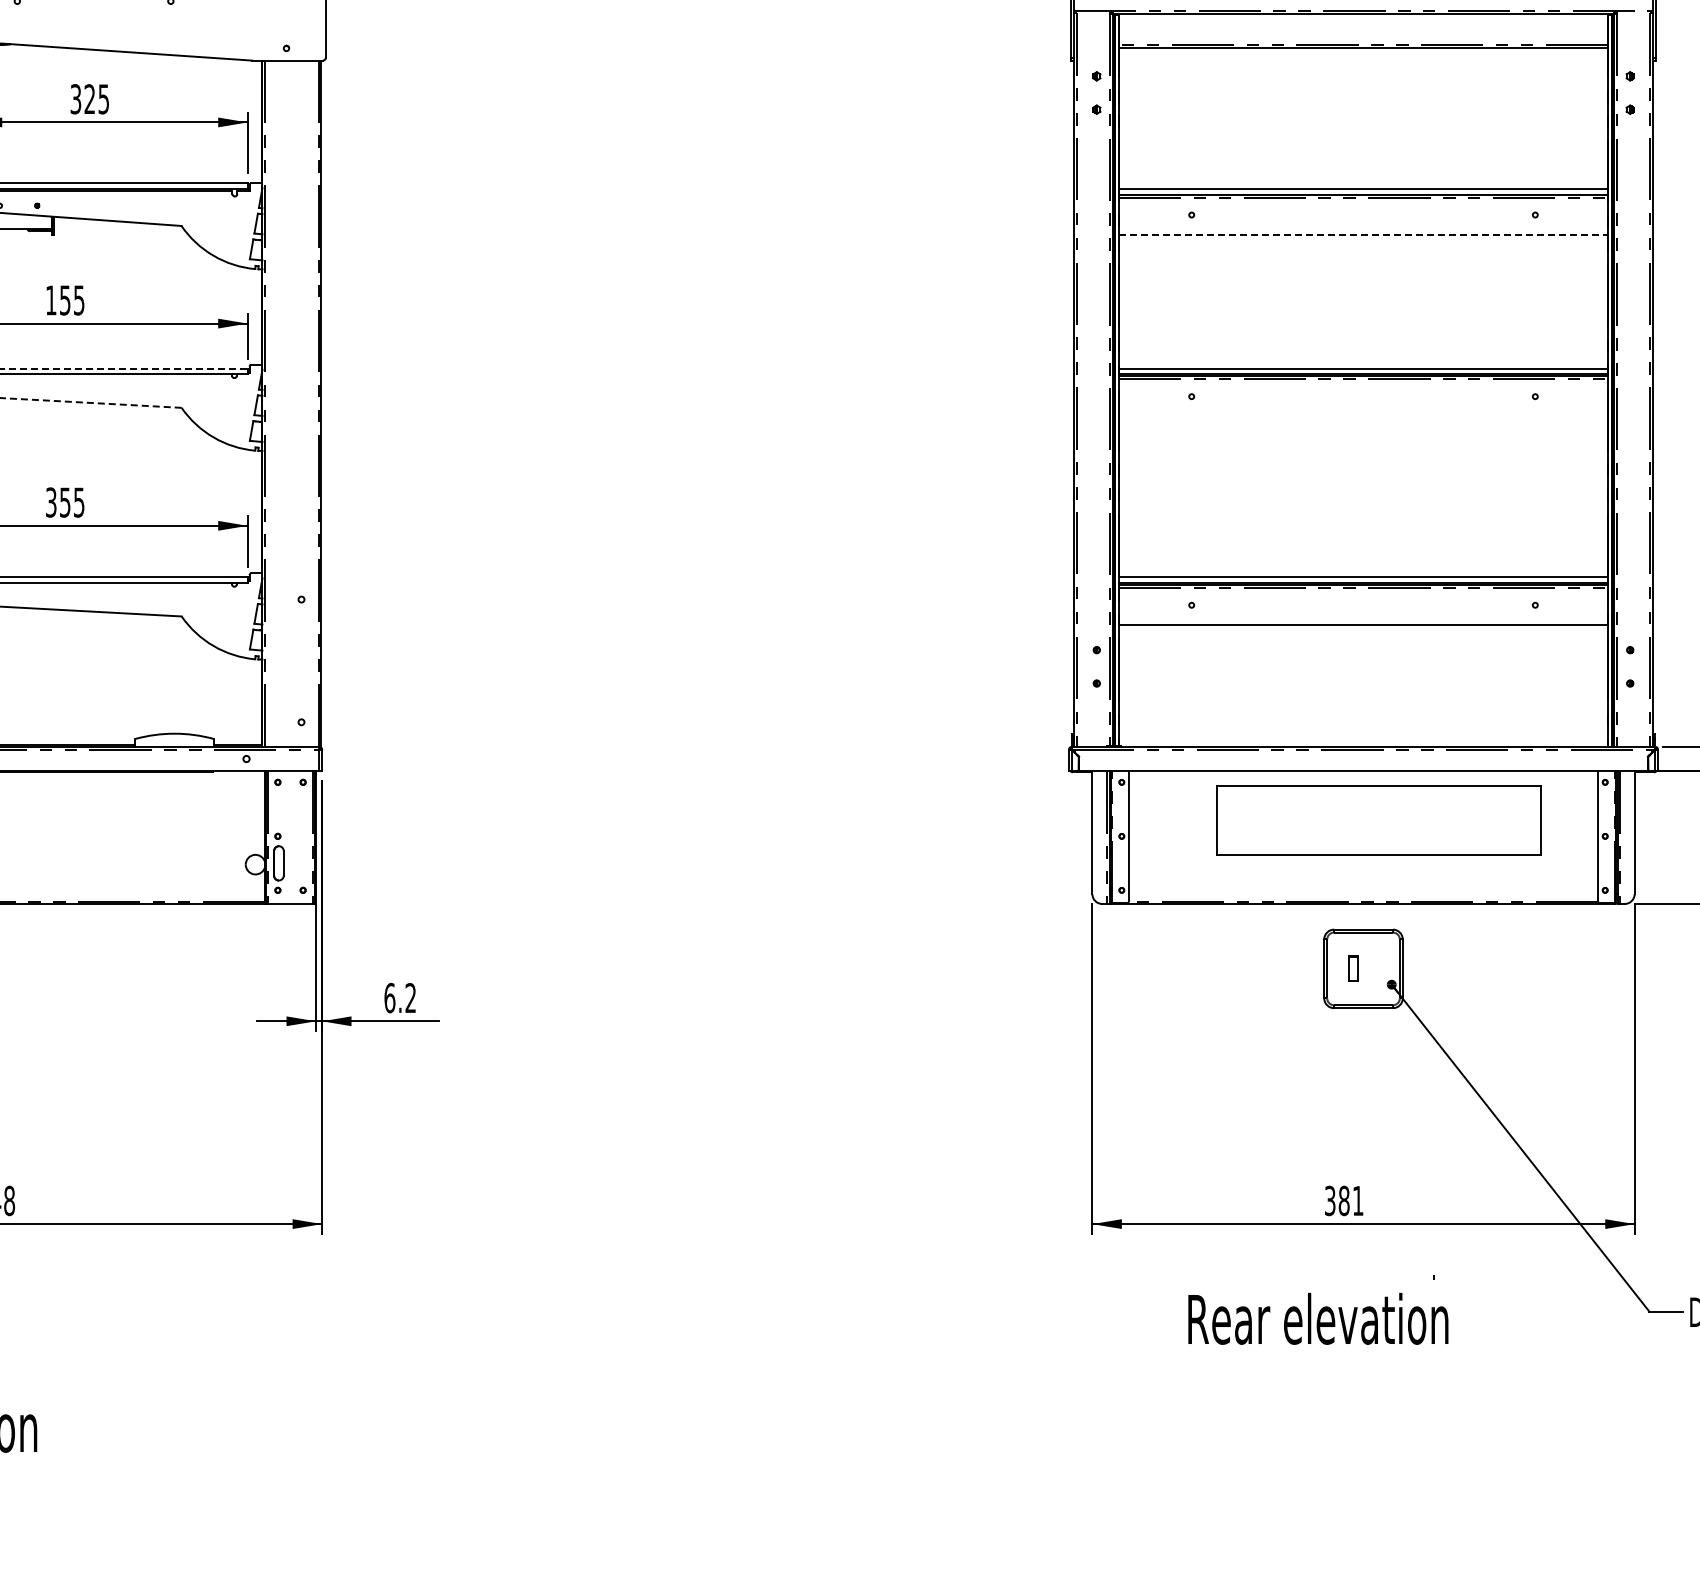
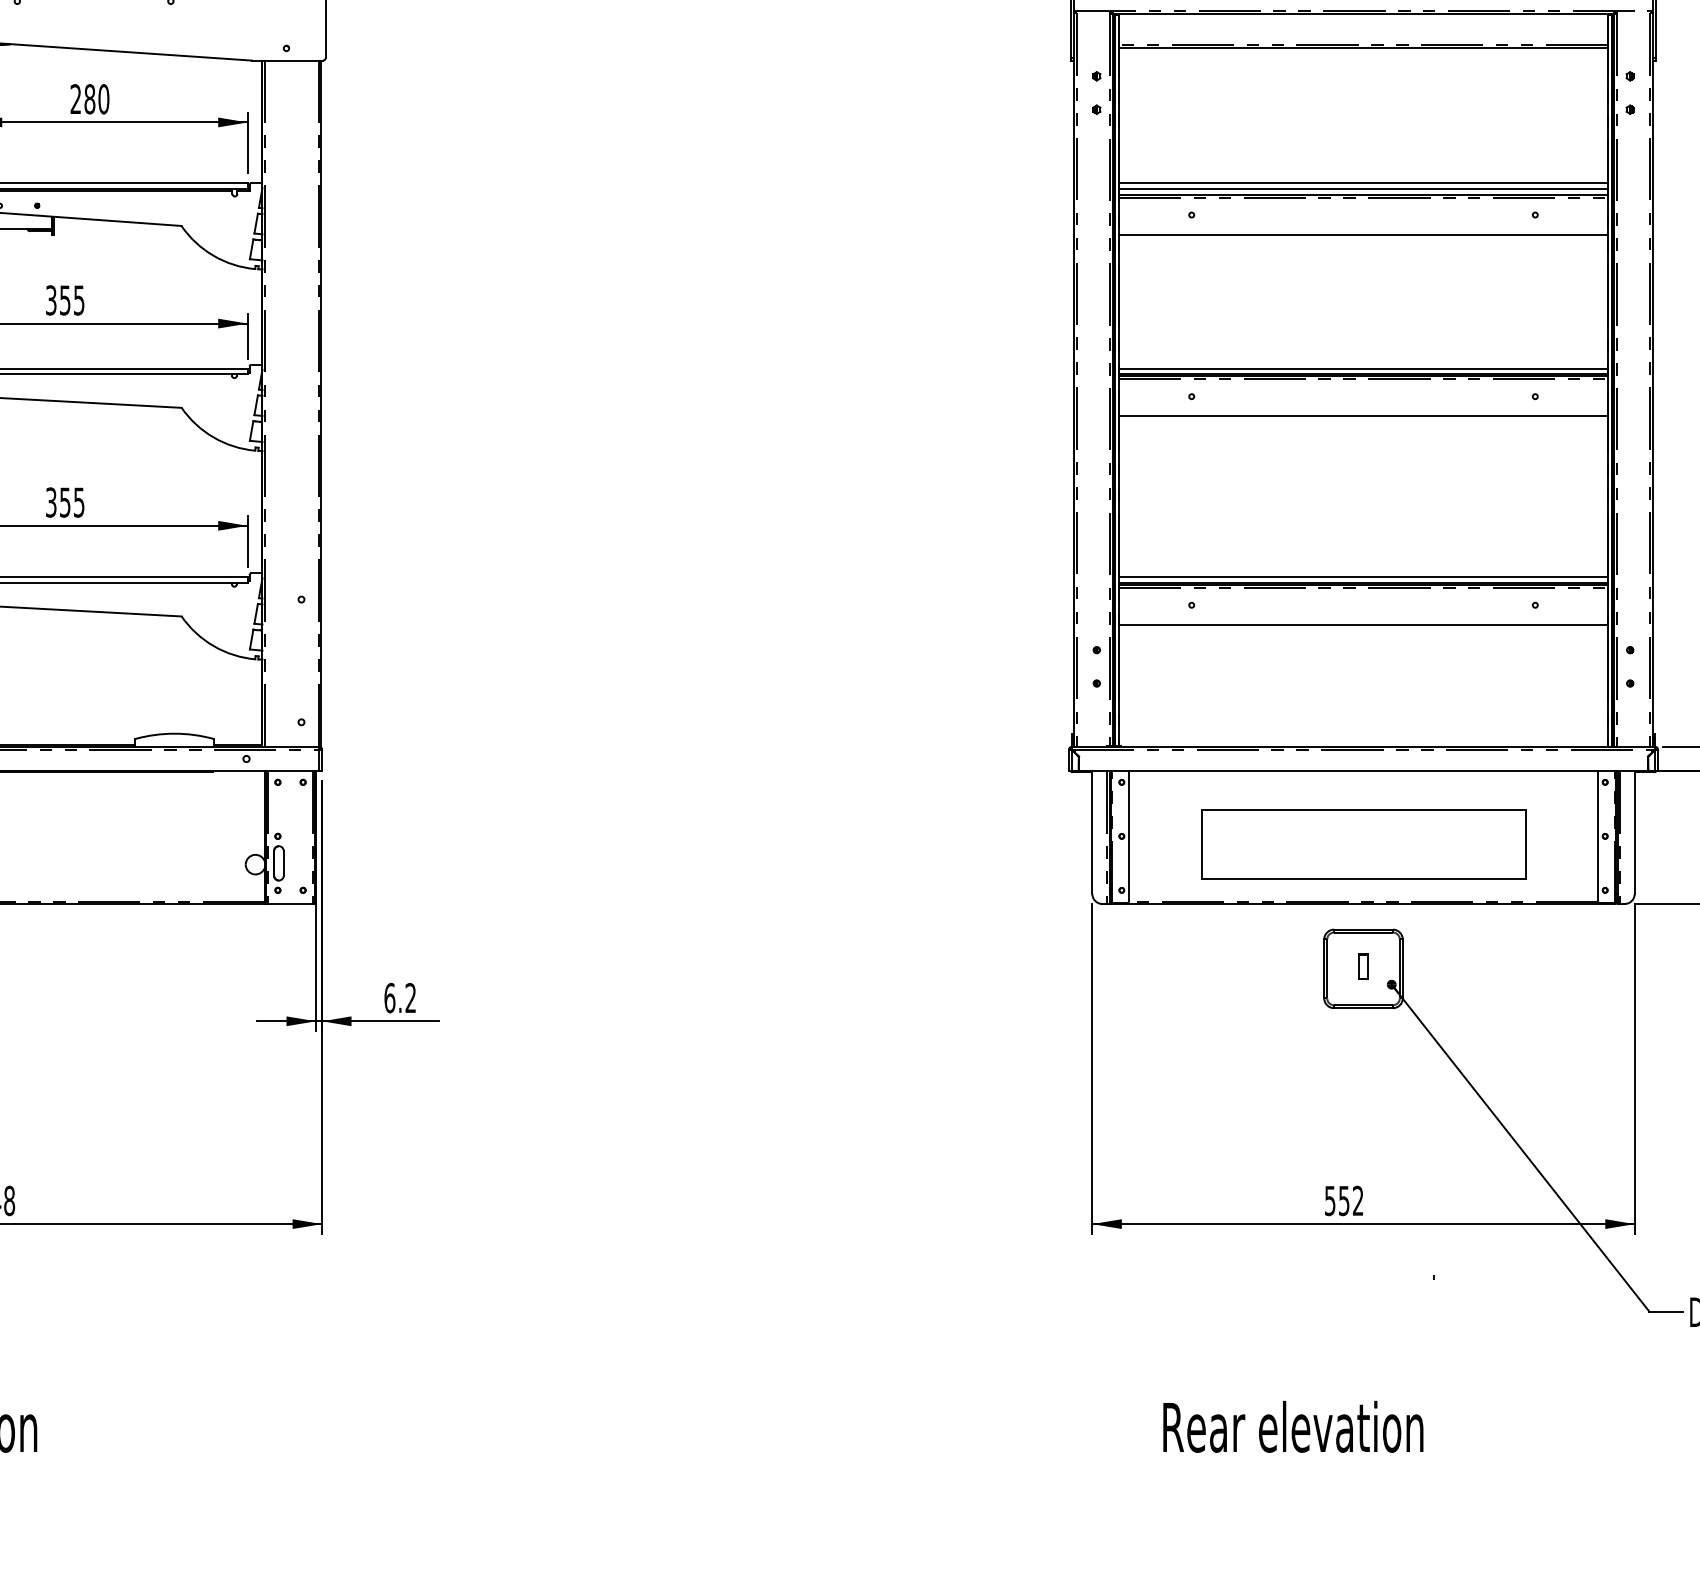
text at (89, 99): 325 -> 280
line at (1363, 183): none -> present
line at (1363, 234): dashed -> solid
text at (51, 300): 155 -> 355
line at (123, 368): dashed -> solid
line at (91, 402): dashed -> solid
line at (1363, 416): none -> present
part at (1378, 820) position: (1378, 820) -> (1363, 844)
part at (1353, 968) position: (1353, 968) -> (1363, 966)
text at (1344, 1200): 381 -> 552
text at (1318, 1318) position: (1318, 1318) -> (1293, 1426)
